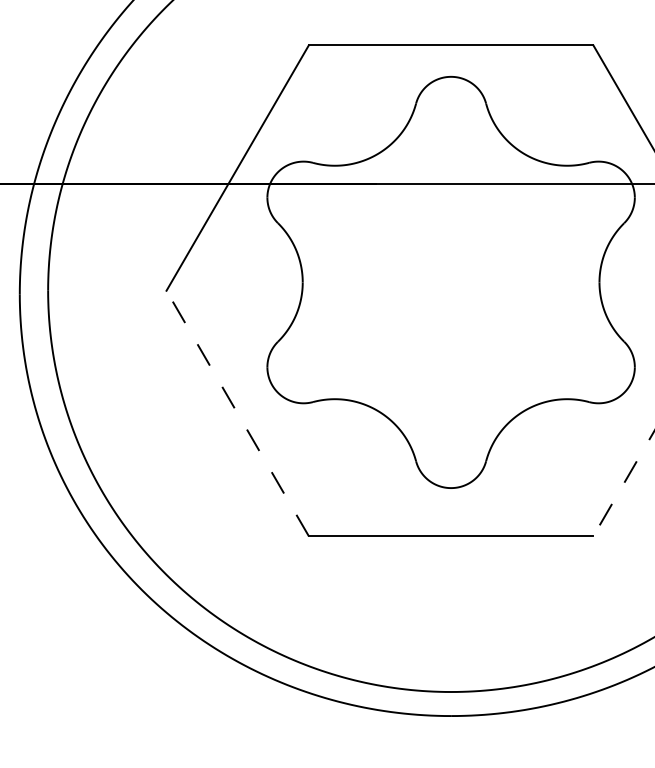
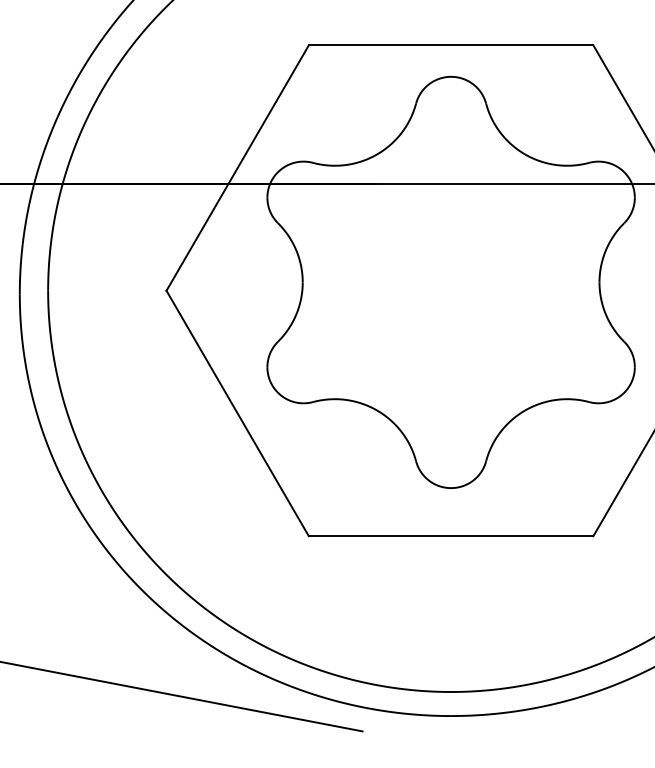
line at (237, 413): dashed -> solid
line at (623, 483): dashed -> solid
line at (182, 696): none -> present
